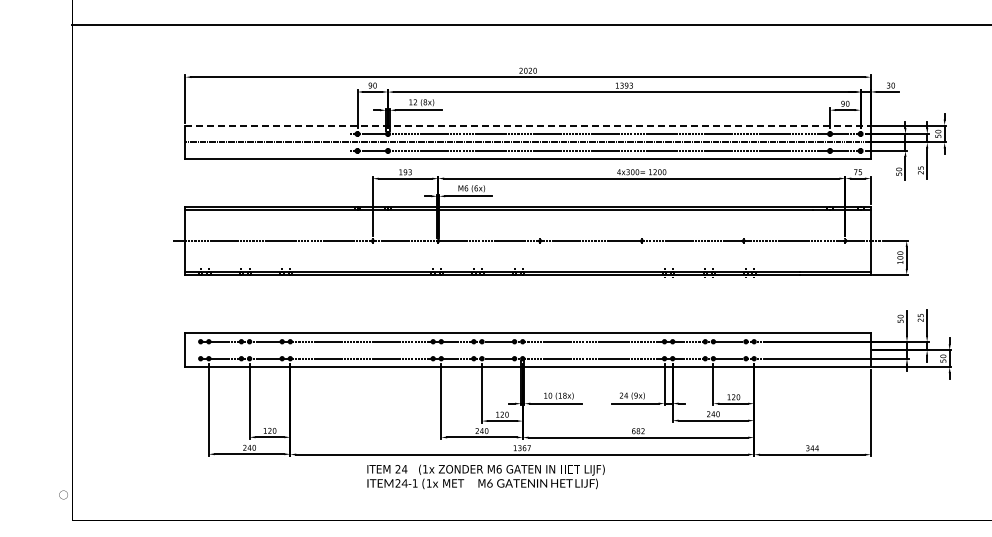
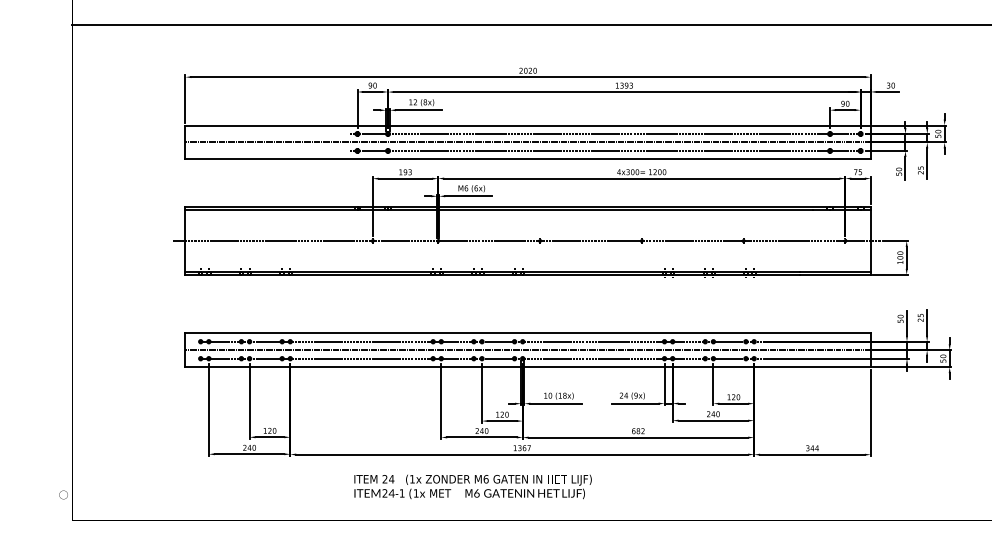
line at (528, 125): dashed -> solid
line at (527, 350): none -> present
text at (485, 476) position: (485, 476) -> (472, 486)
